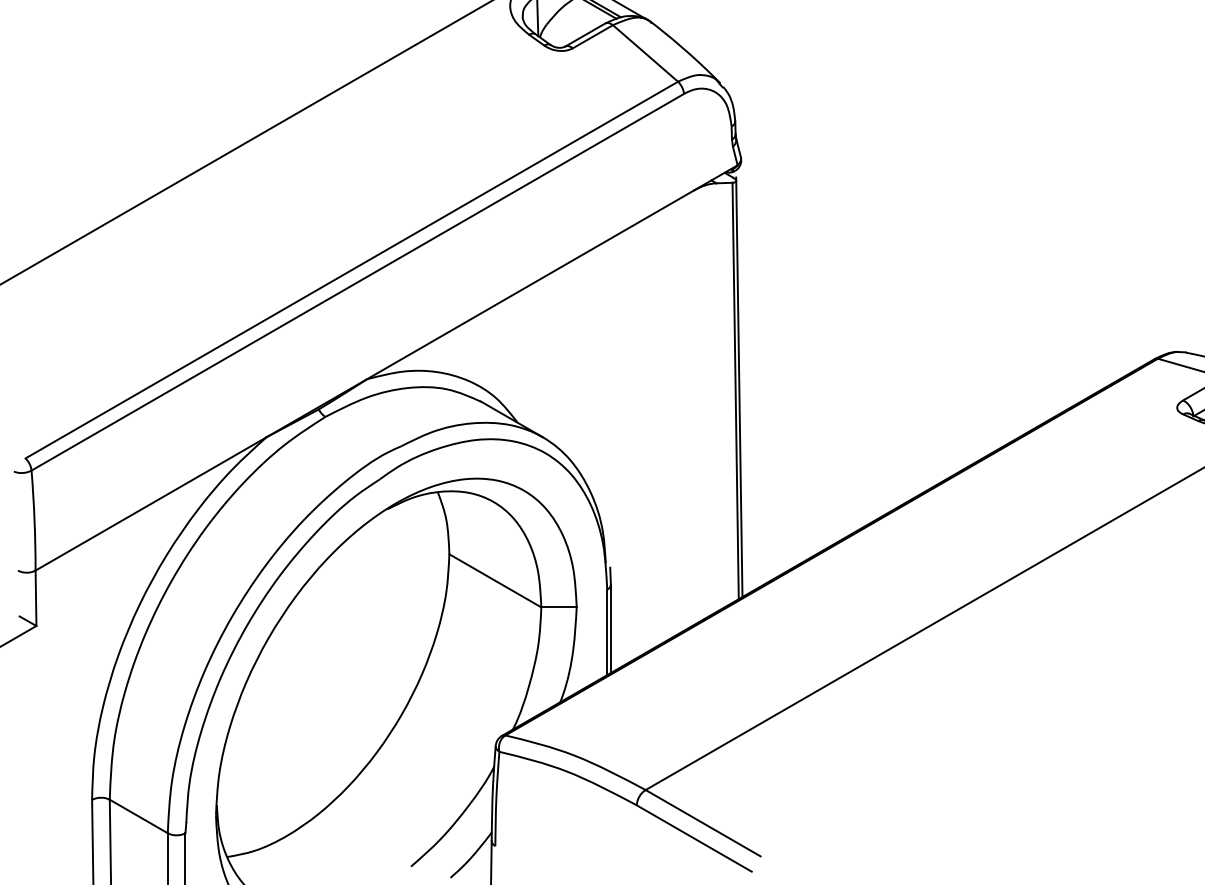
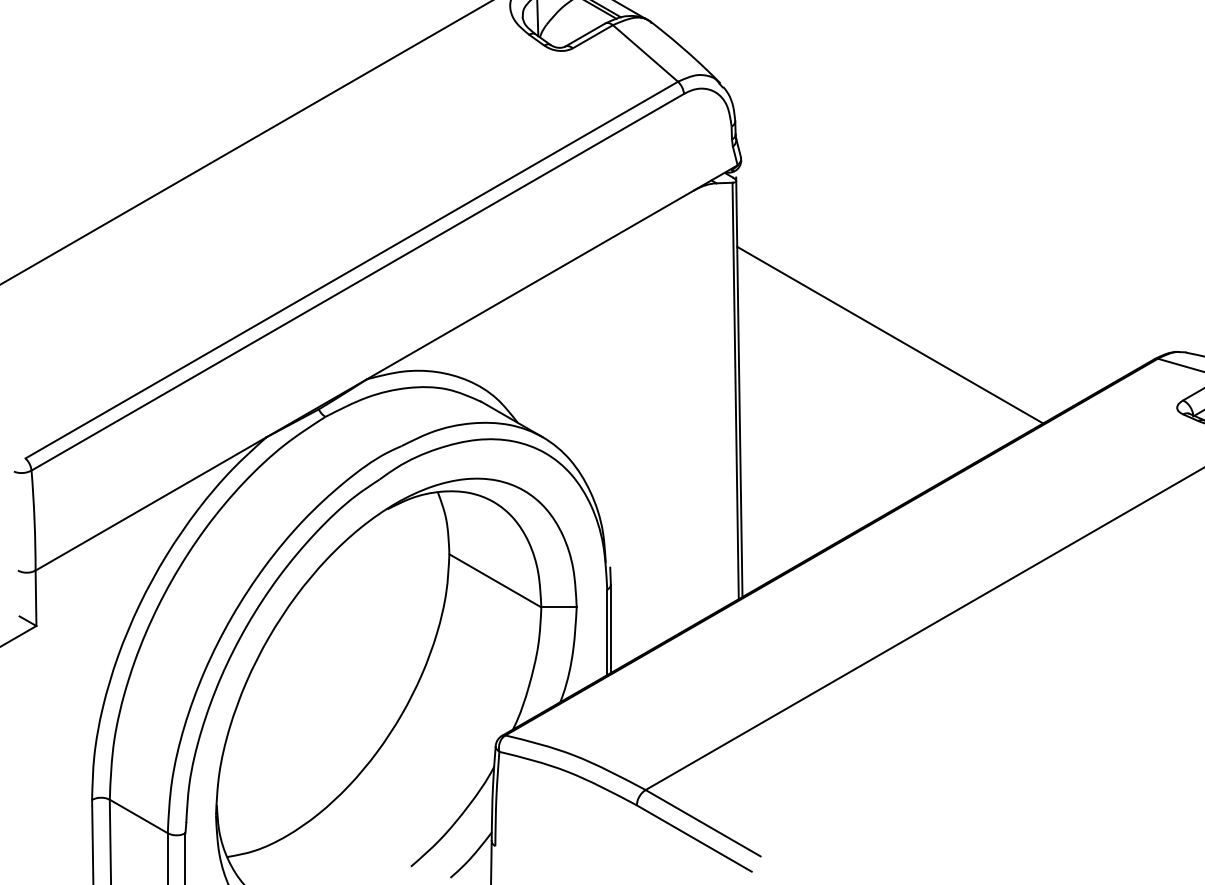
line at (890, 334): none -> present
